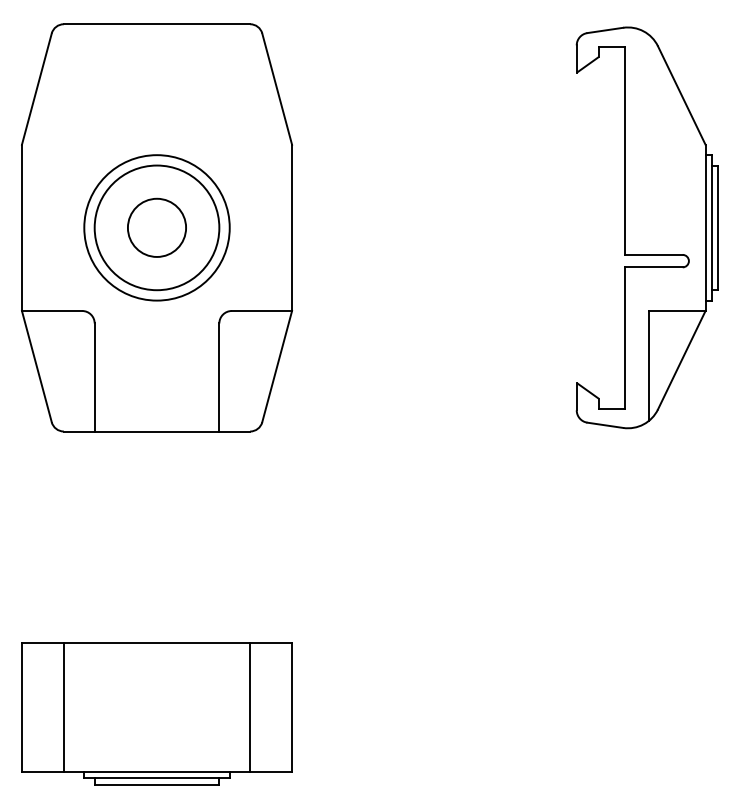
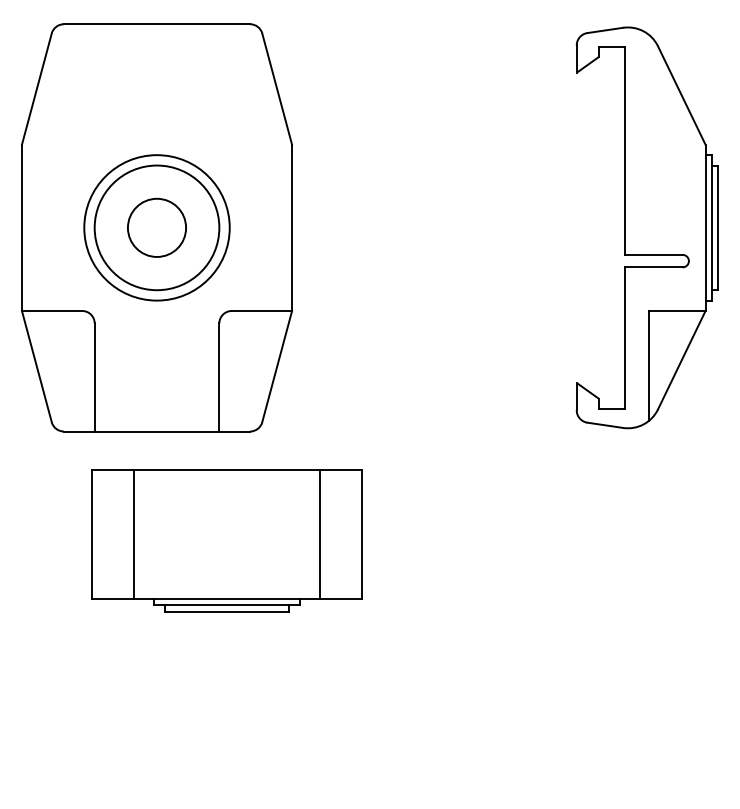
part at (156, 713) position: (156, 713) -> (226, 540)
